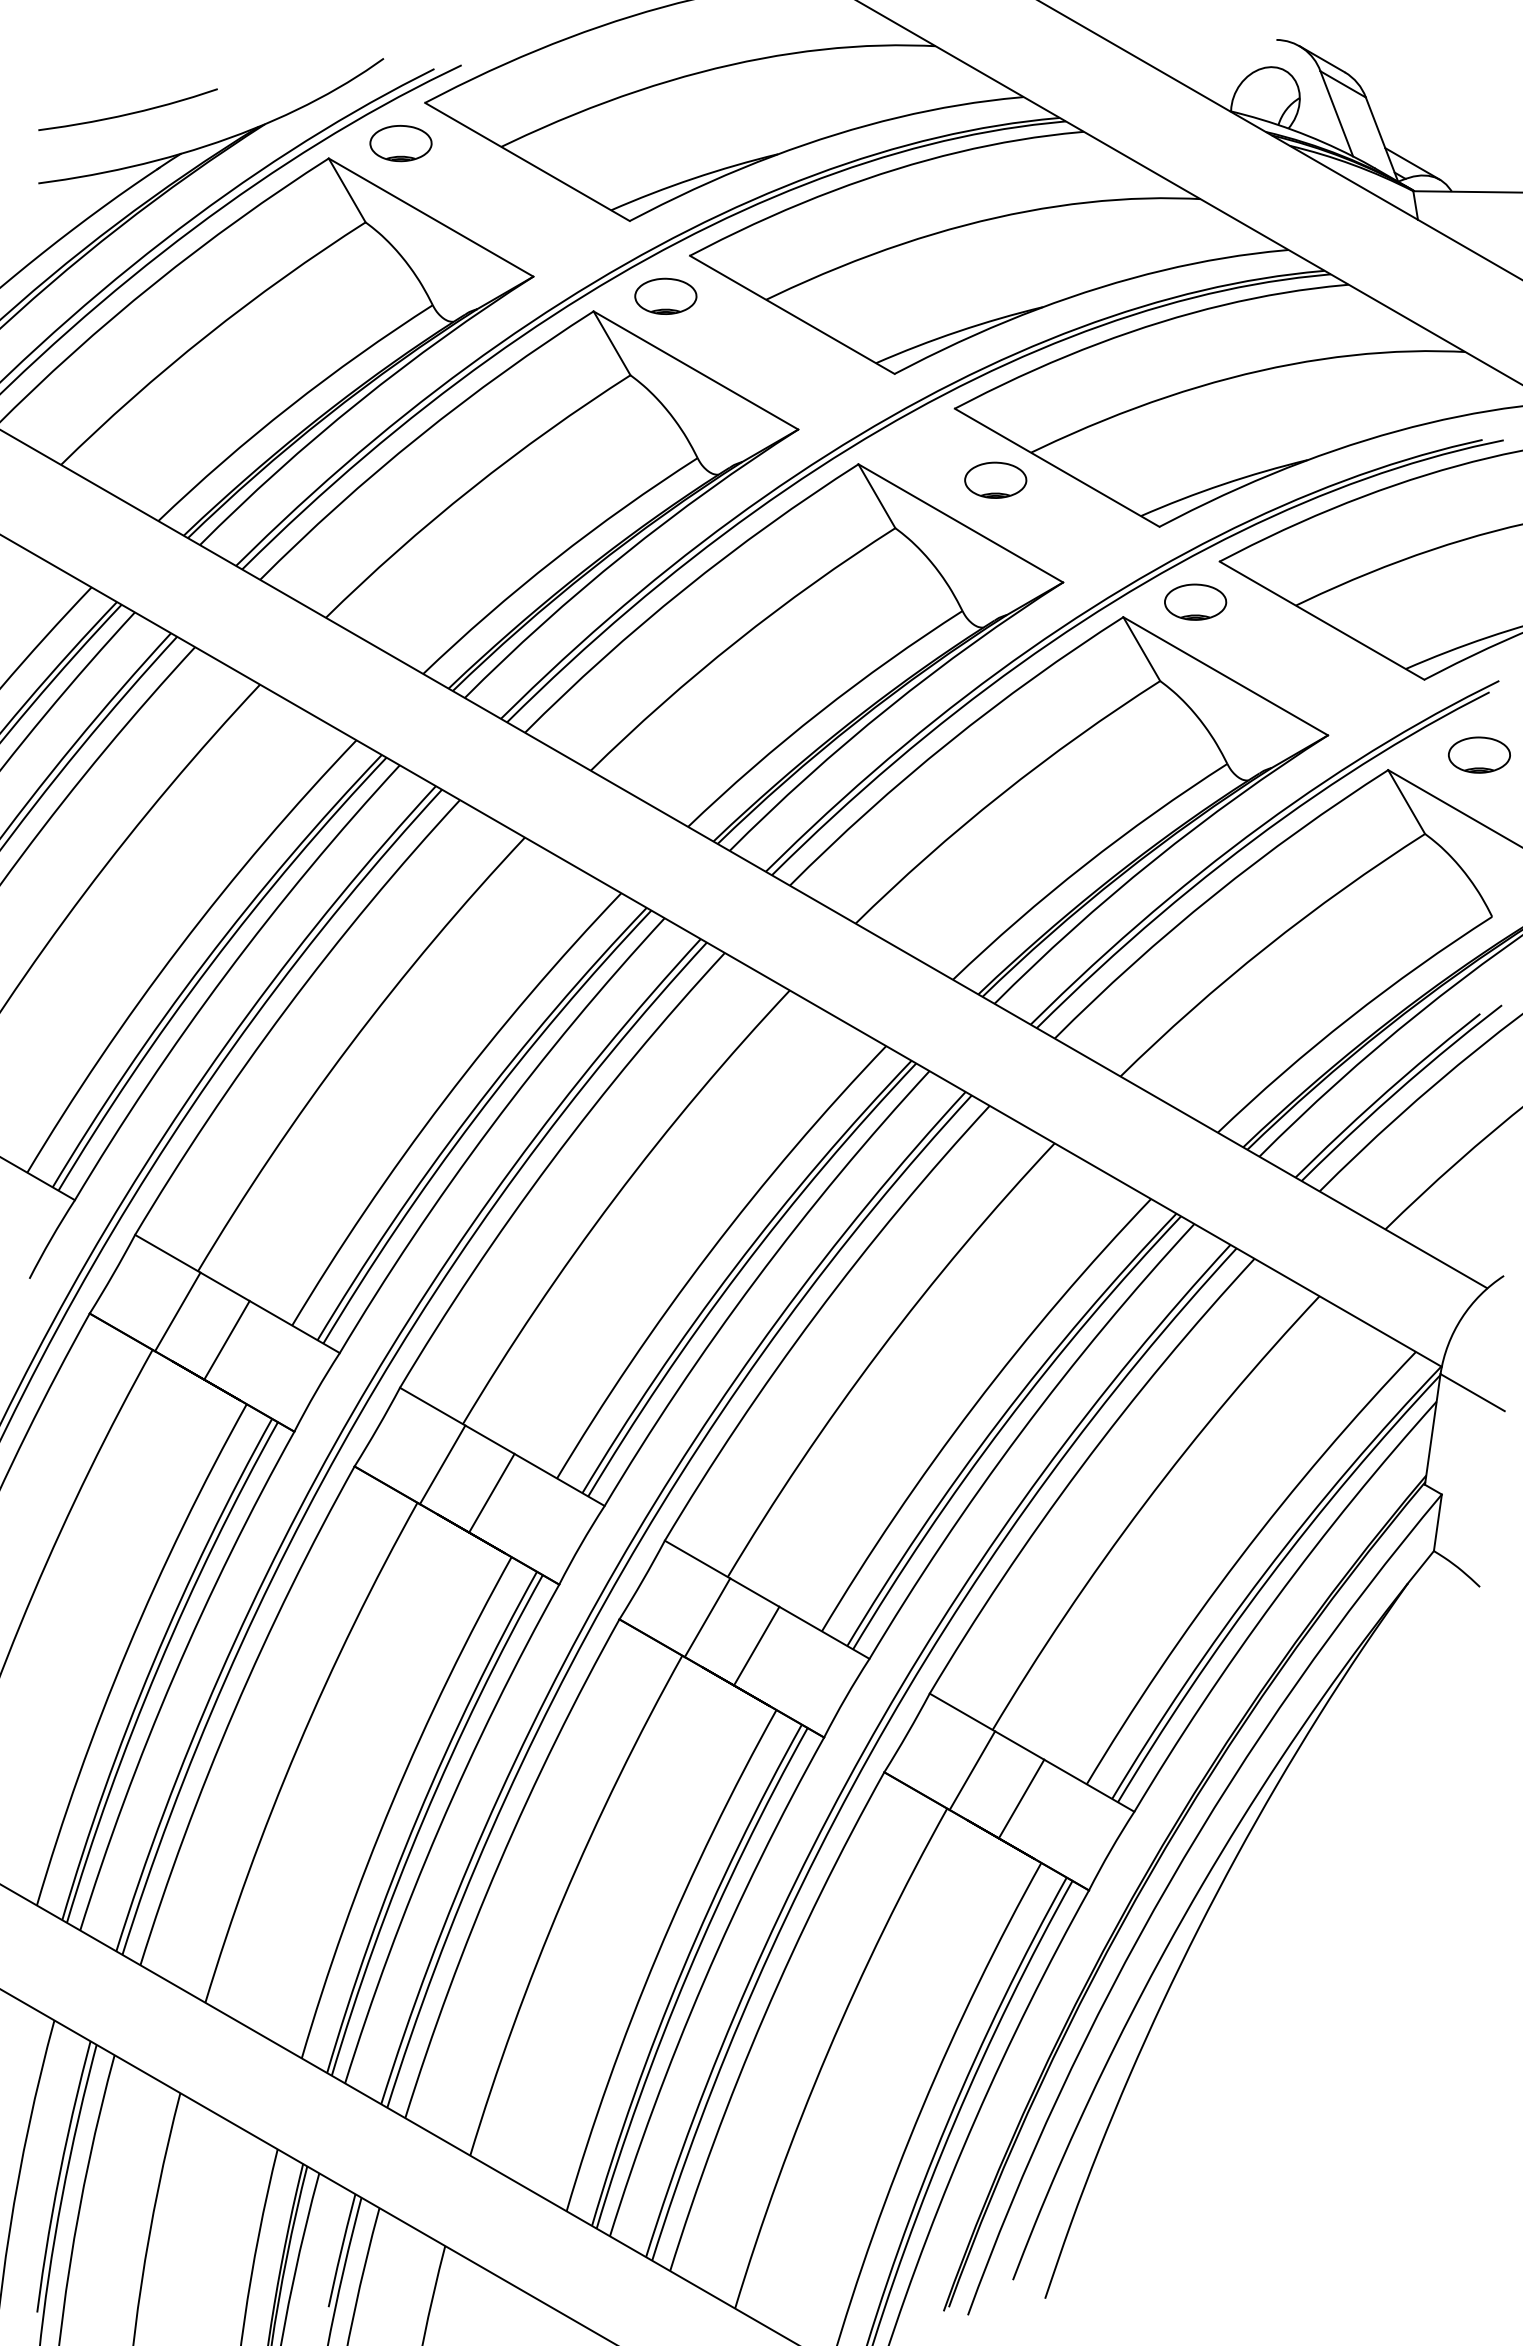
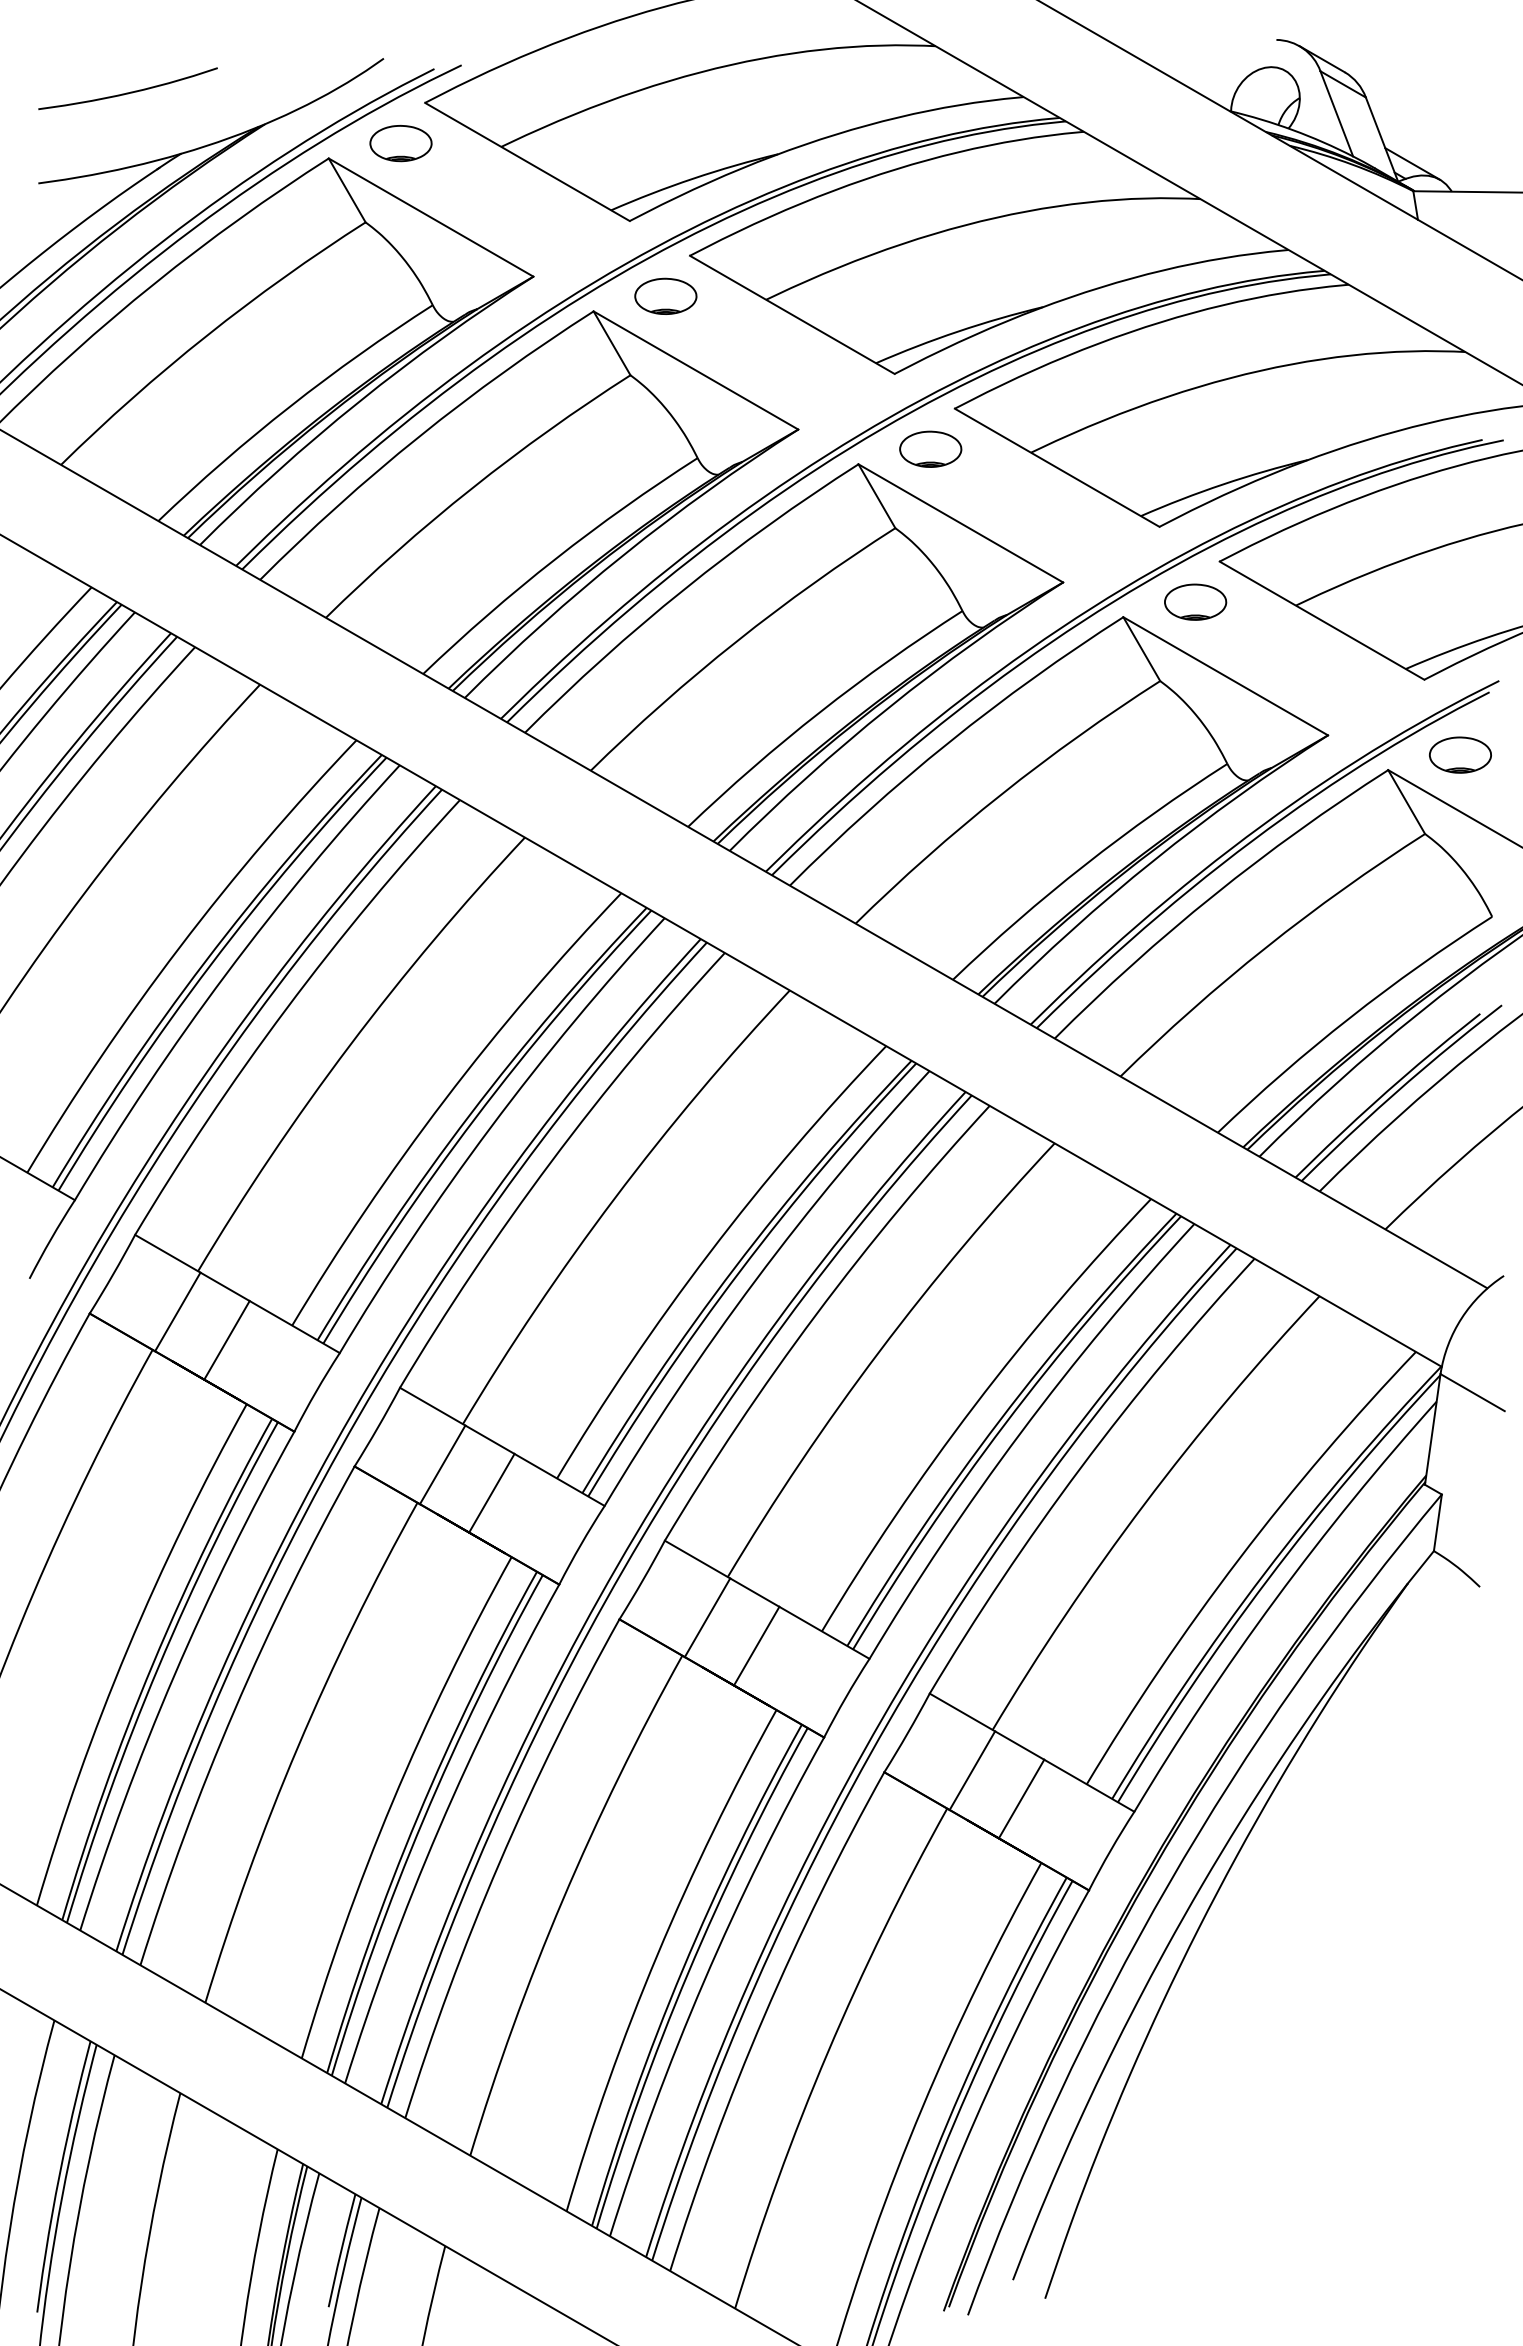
curve at (127, 113) position: (127, 113) -> (127, 92)
part at (995, 479) position: (995, 479) -> (930, 448)
part at (1479, 754) position: (1479, 754) -> (1460, 754)
